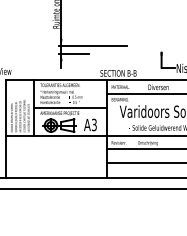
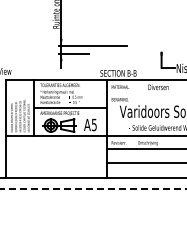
line at (145, 94): present -> none
text at (94, 123): A3 -> A5
line at (93, 188): solid -> dashed
